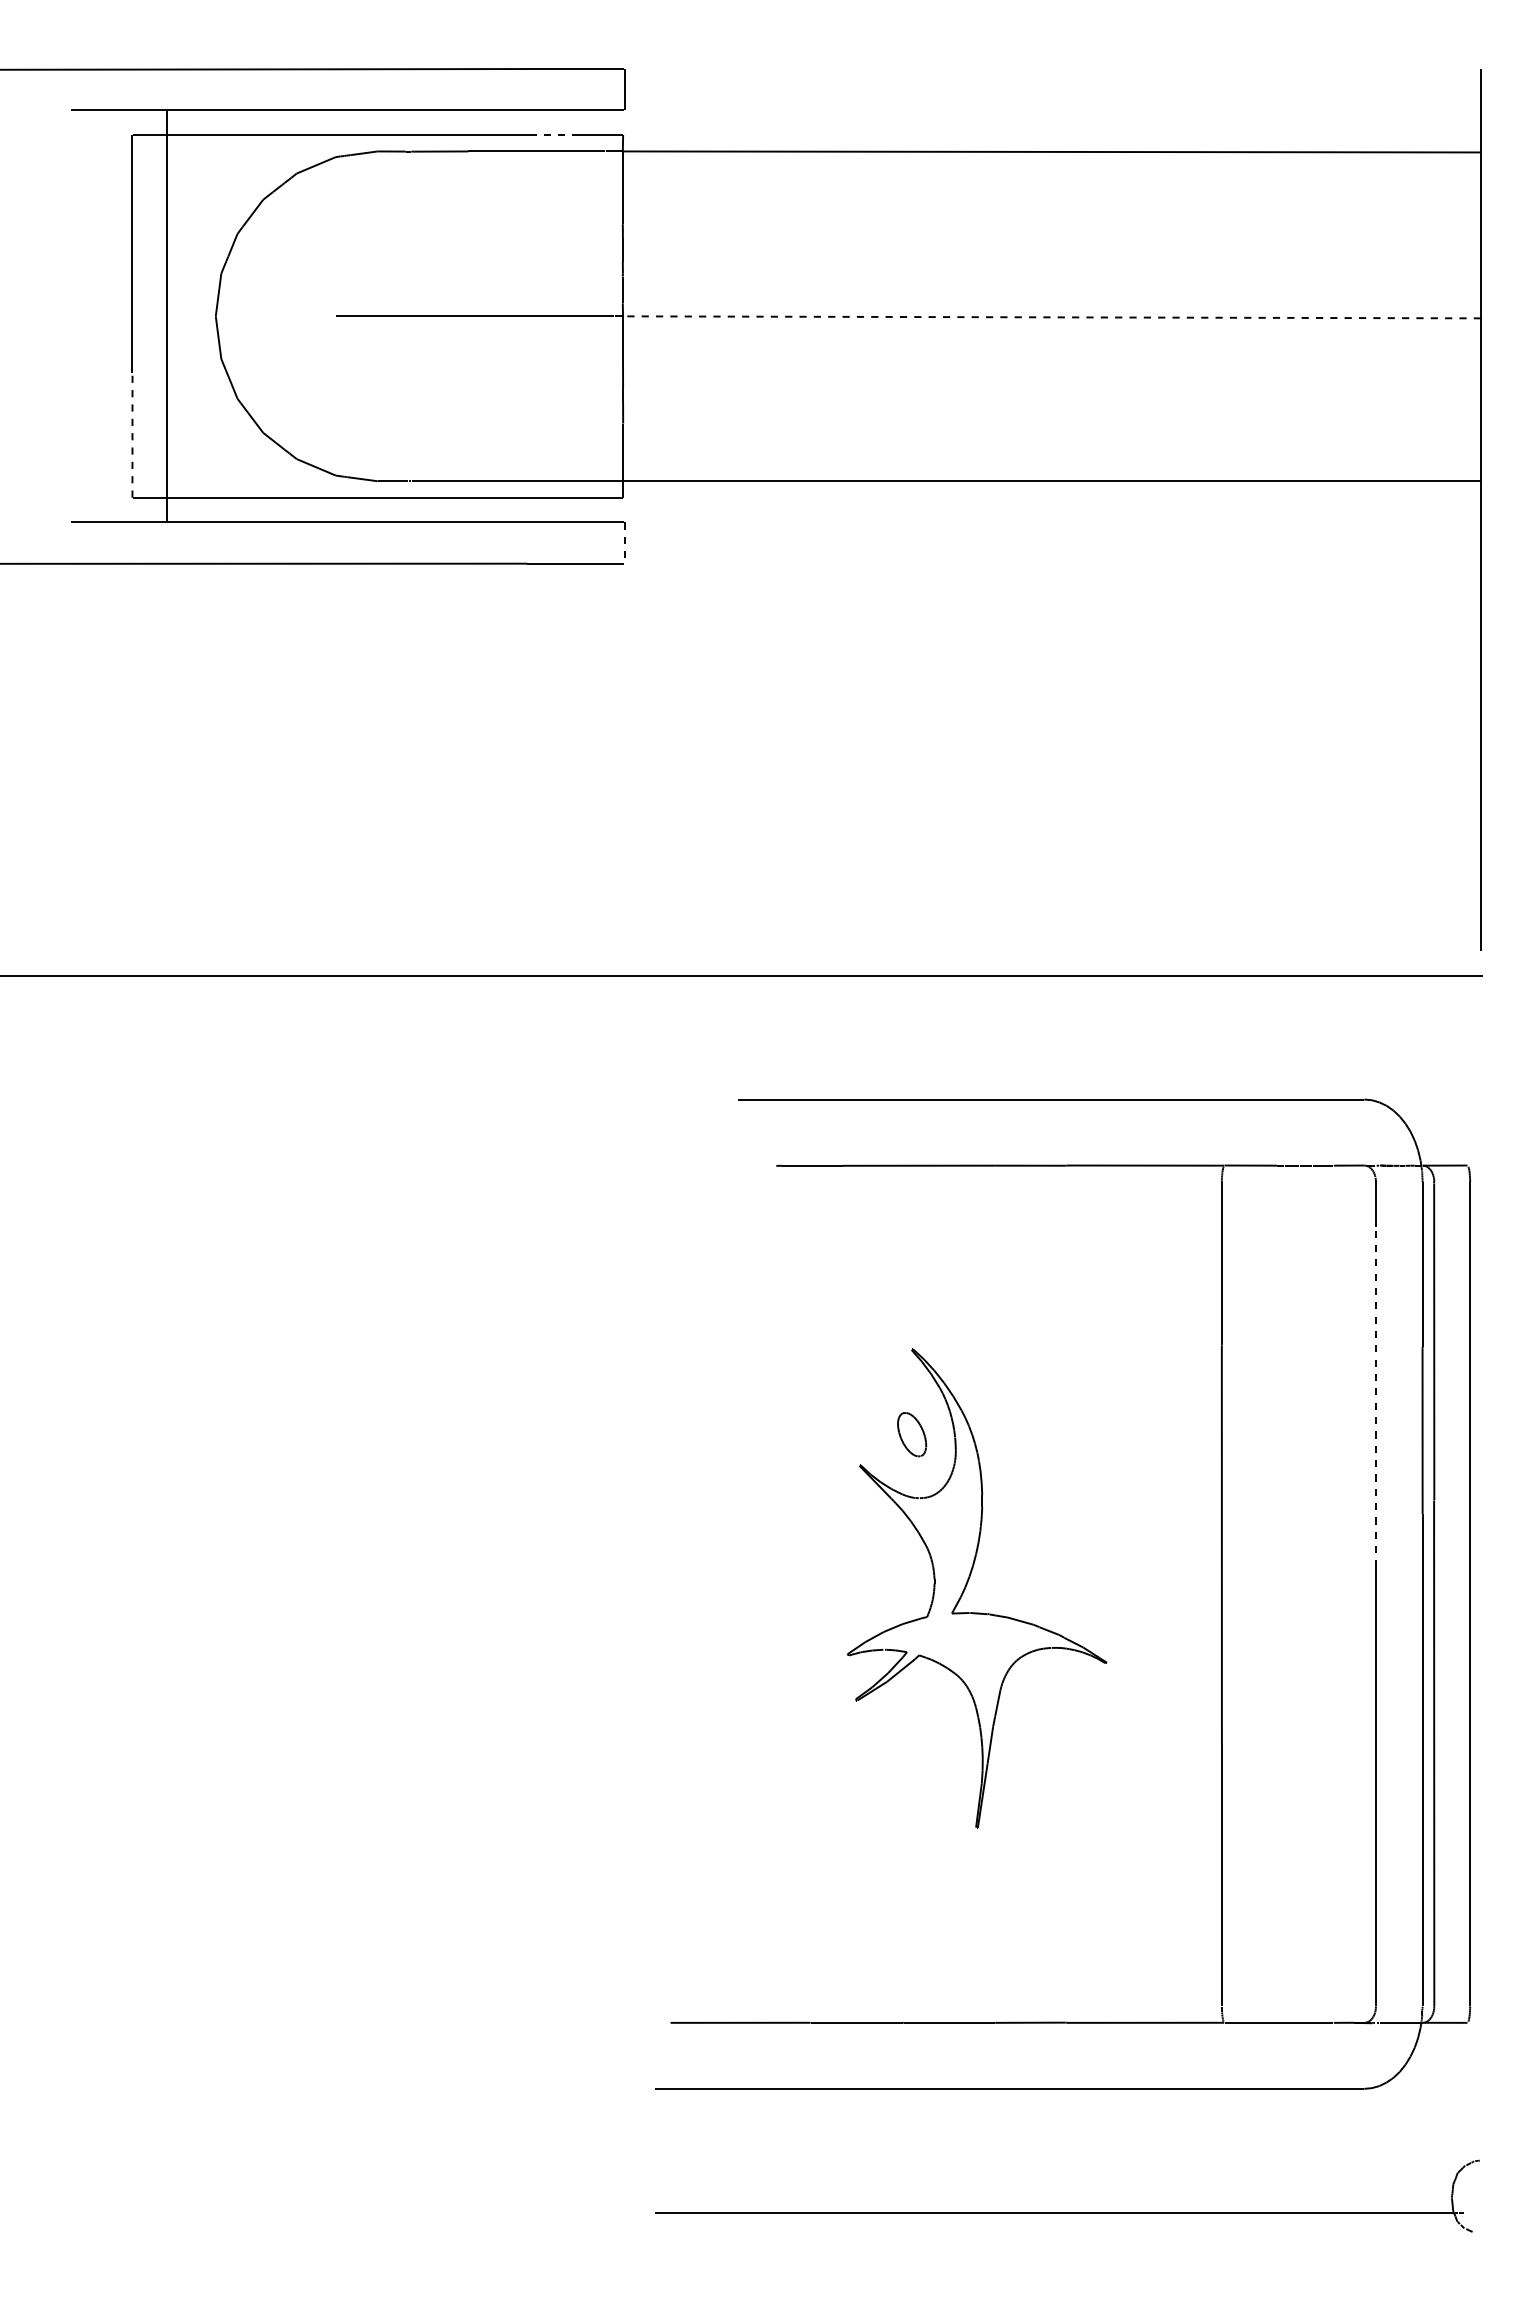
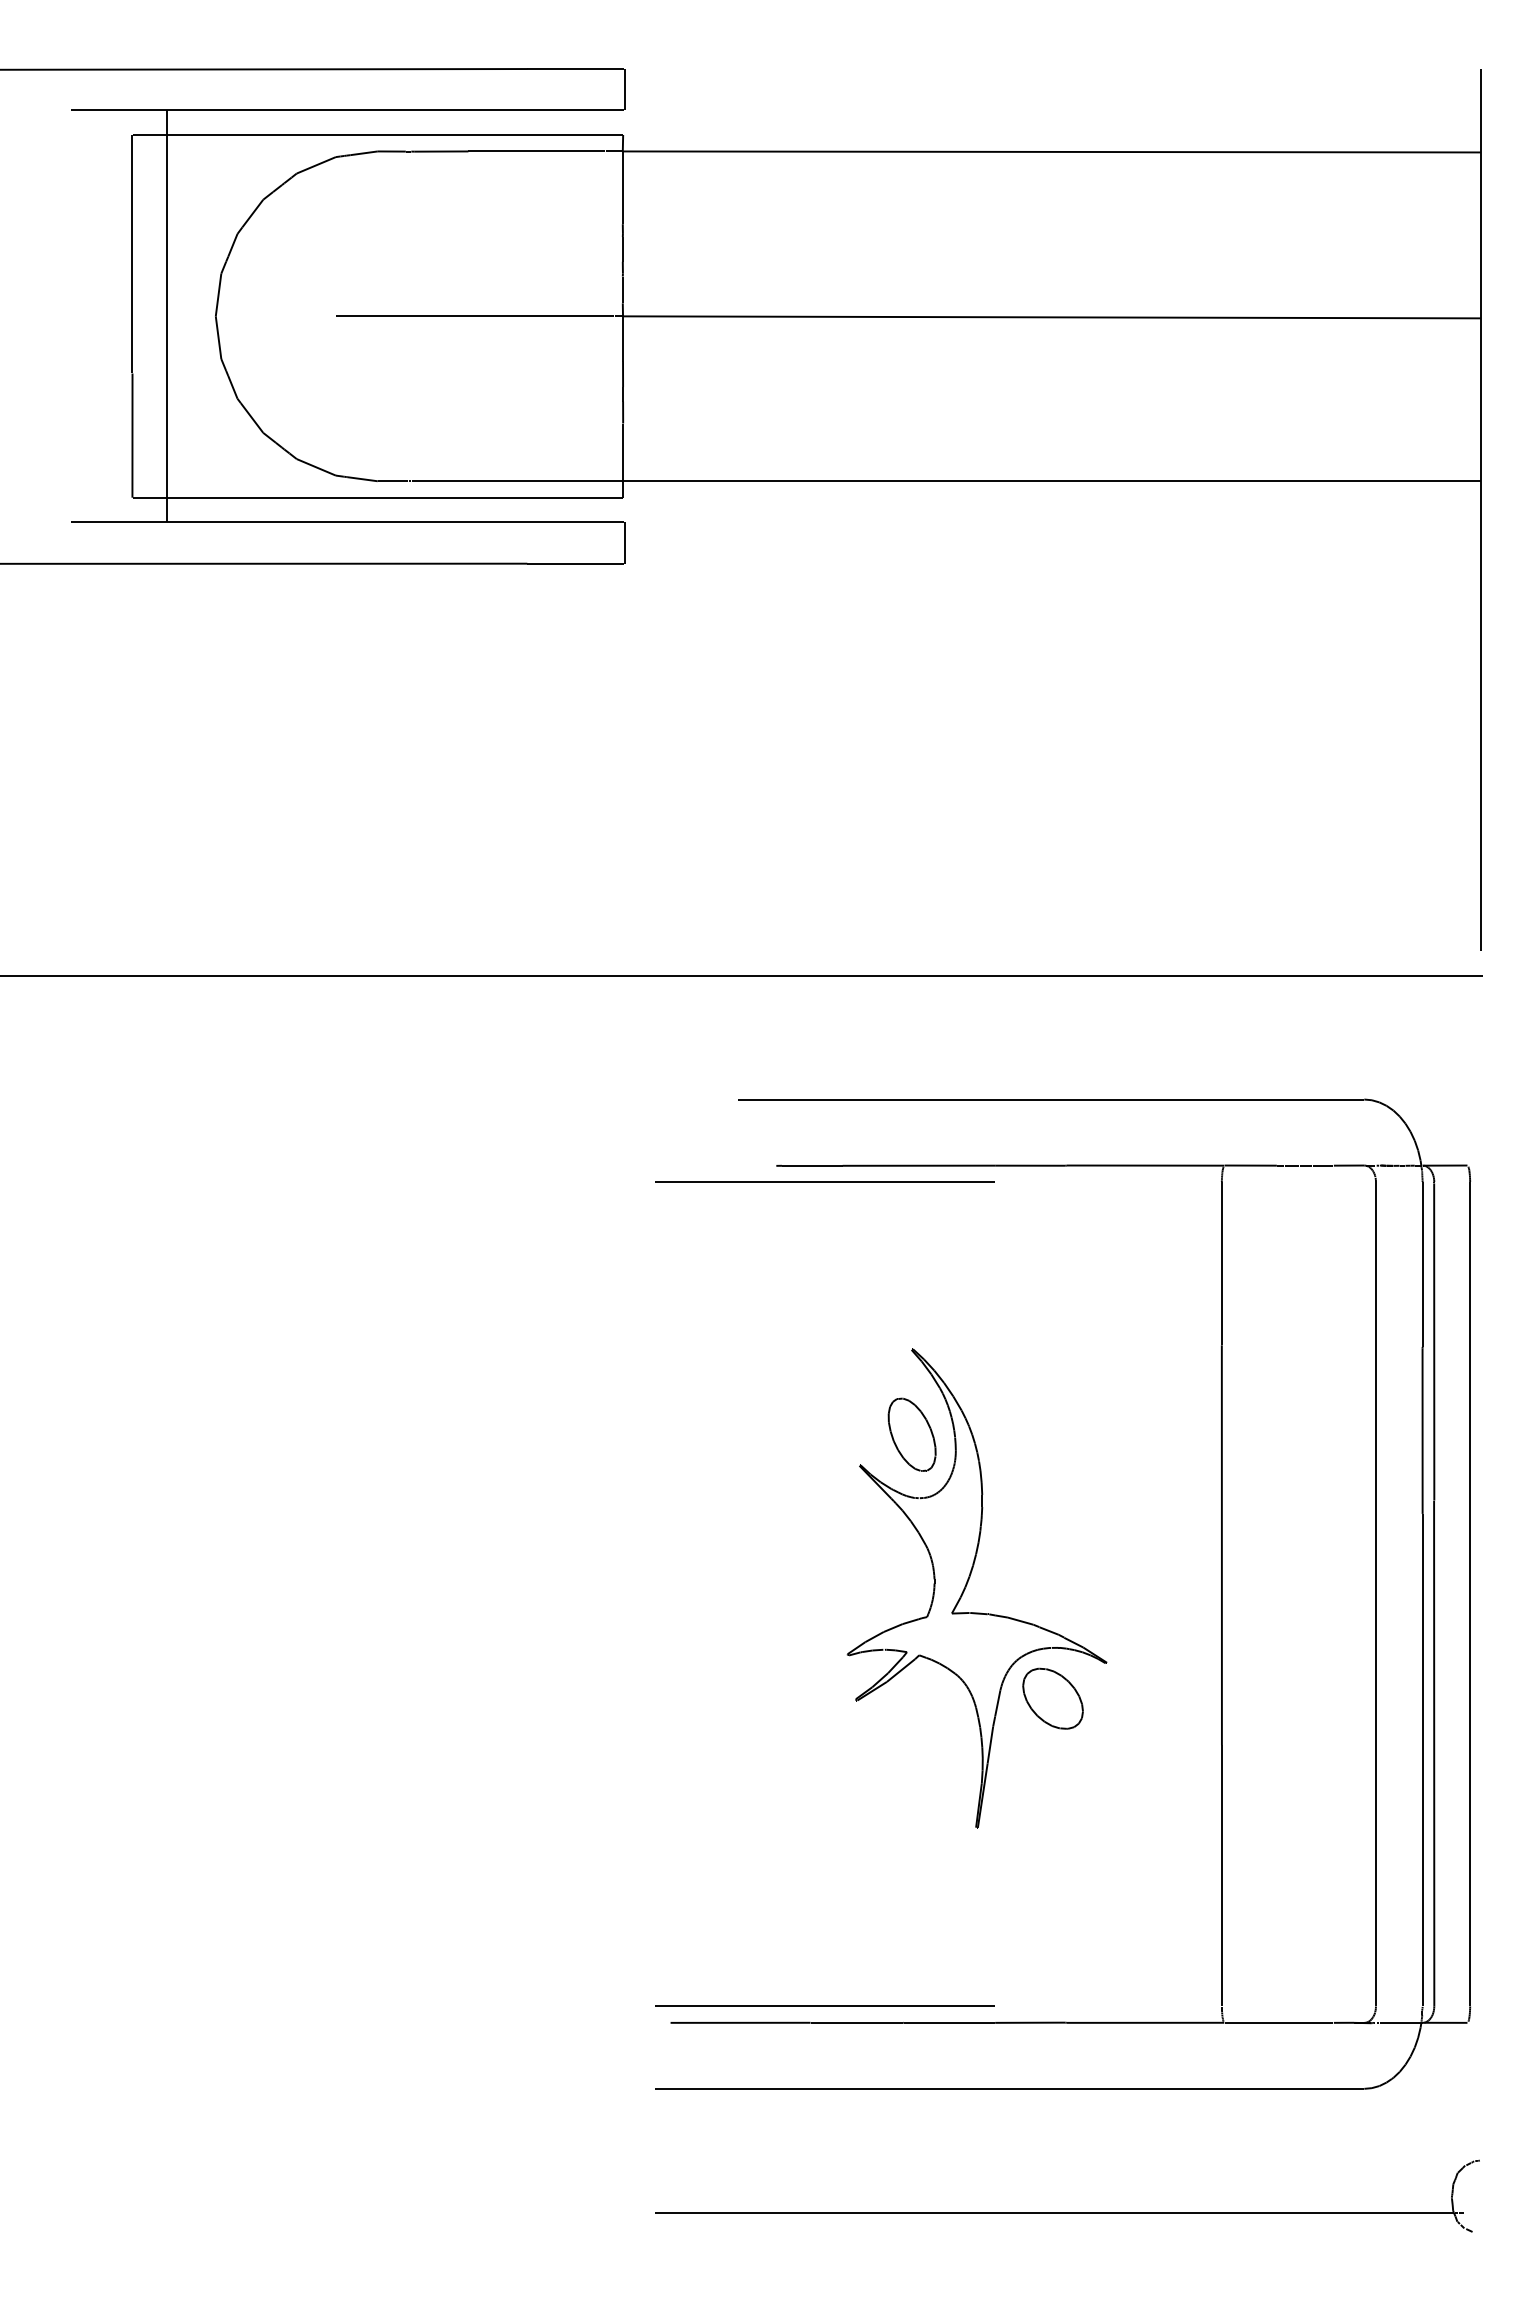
line at (551, 135): dashed -> solid
line at (1052, 317): dashed -> solid
line at (132, 435): dashed -> solid
line at (625, 543): dashed -> solid
line at (824, 1181): none -> present
line at (1375, 1396): dashed -> solid
part at (912, 1434) size: 31x46 px -> 50x75 px
part at (1052, 1698): none -> present
line at (824, 2005): none -> present
